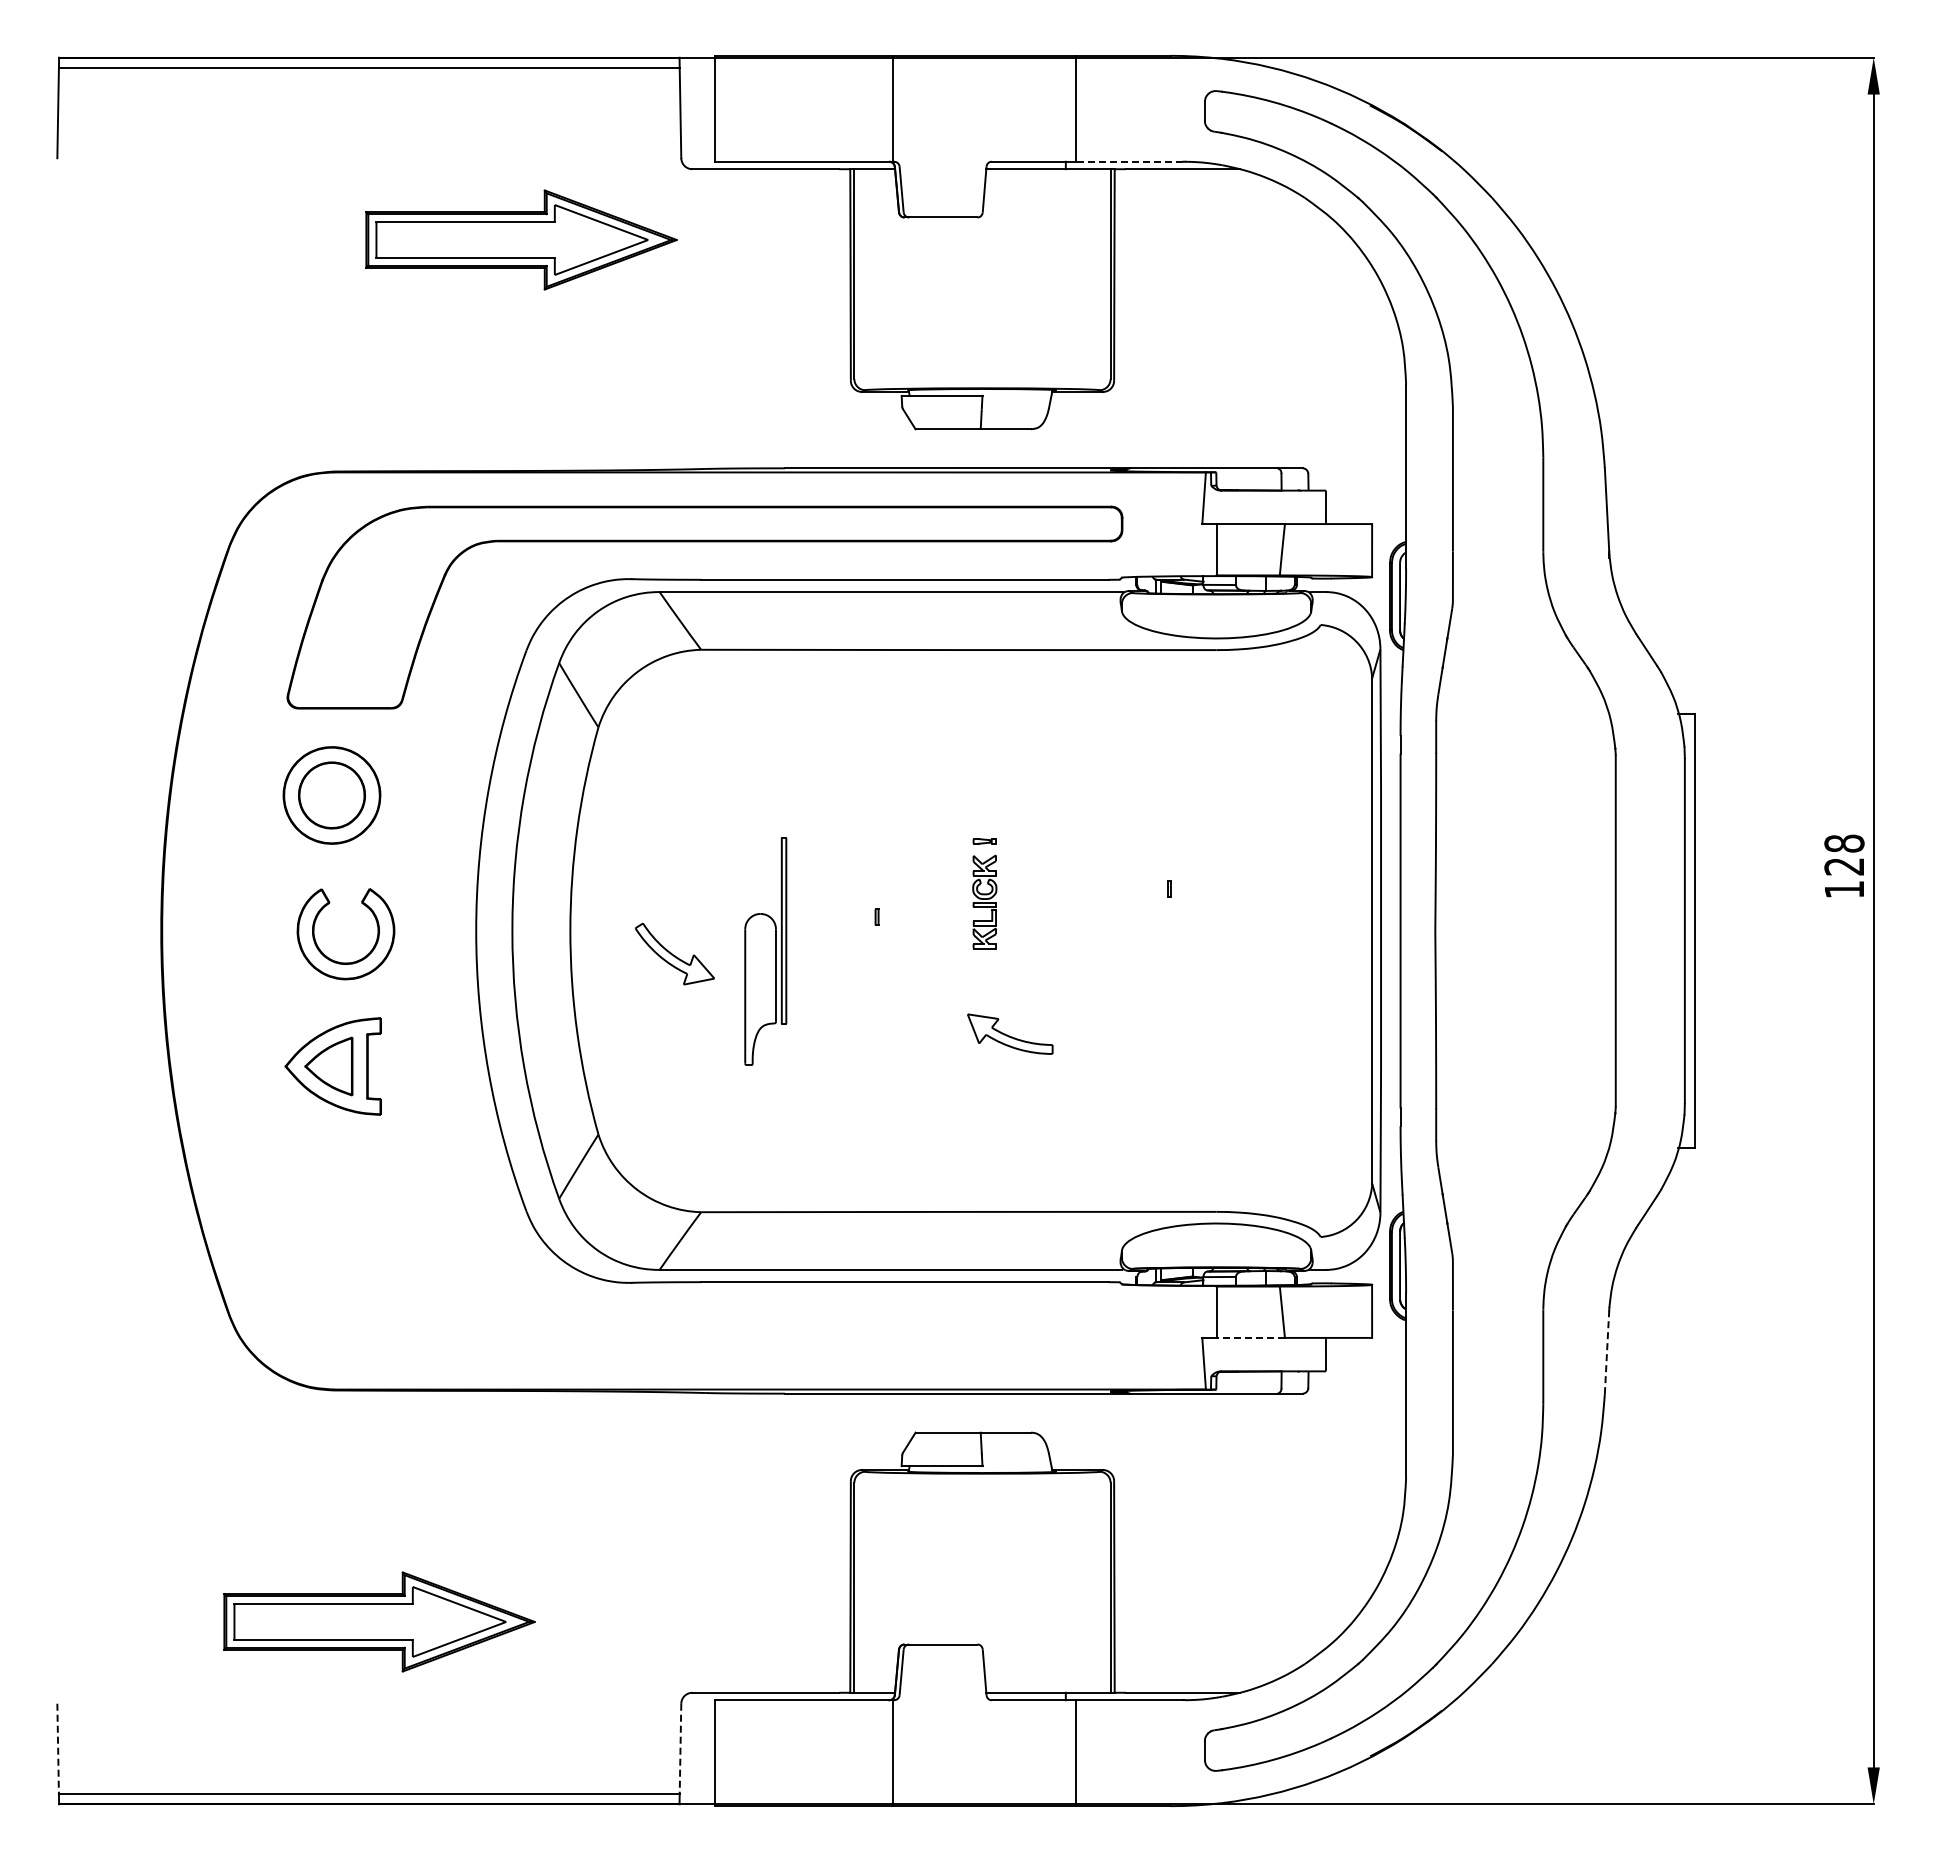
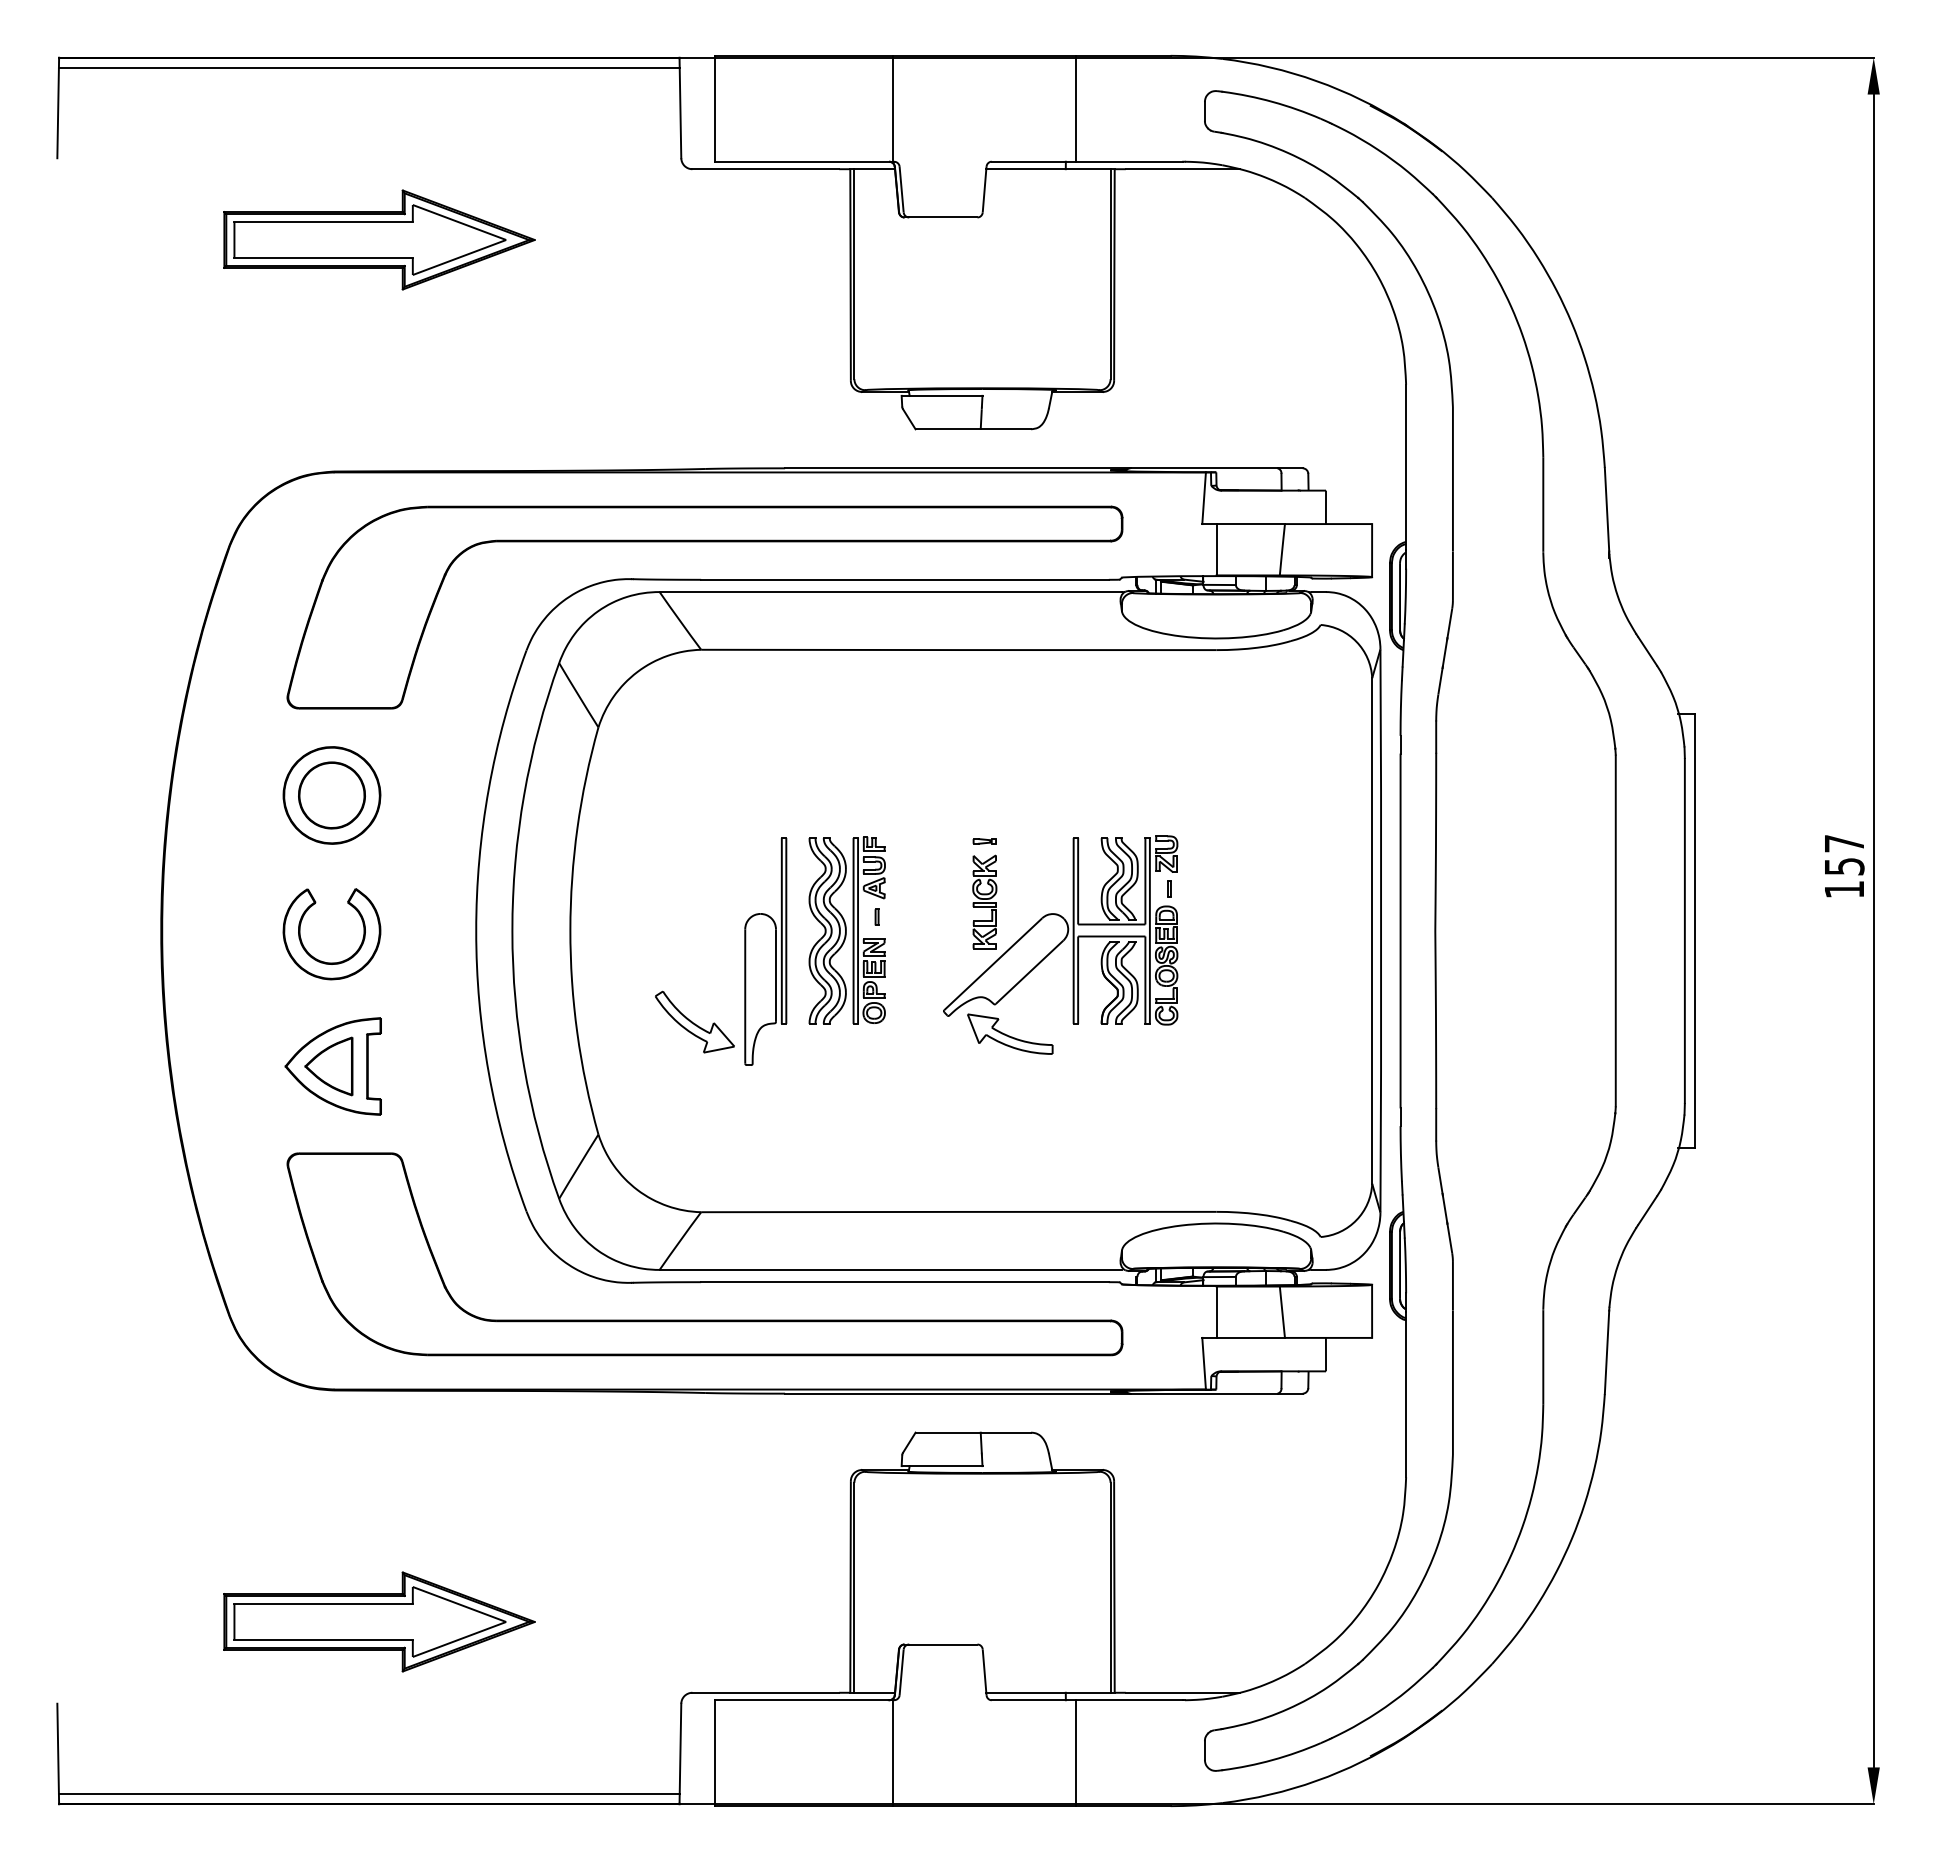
line at (1129, 161): dashed -> solid
part at (521, 239) position: (521, 239) -> (379, 239)
text at (1844, 854): 128 -> 157
part at (846, 930): none -> present
part at (1060, 930): none -> present
part at (674, 953) position: (674, 953) -> (694, 1021)
part at (339, 961) position: (339, 961) -> (325, 961)
part at (704, 1319): none -> present
line at (1250, 1337): dashed -> solid
line at (1607, 1352): dashed -> solid
line at (58, 1748): dashed -> solid
line at (680, 1748): dashed -> solid
